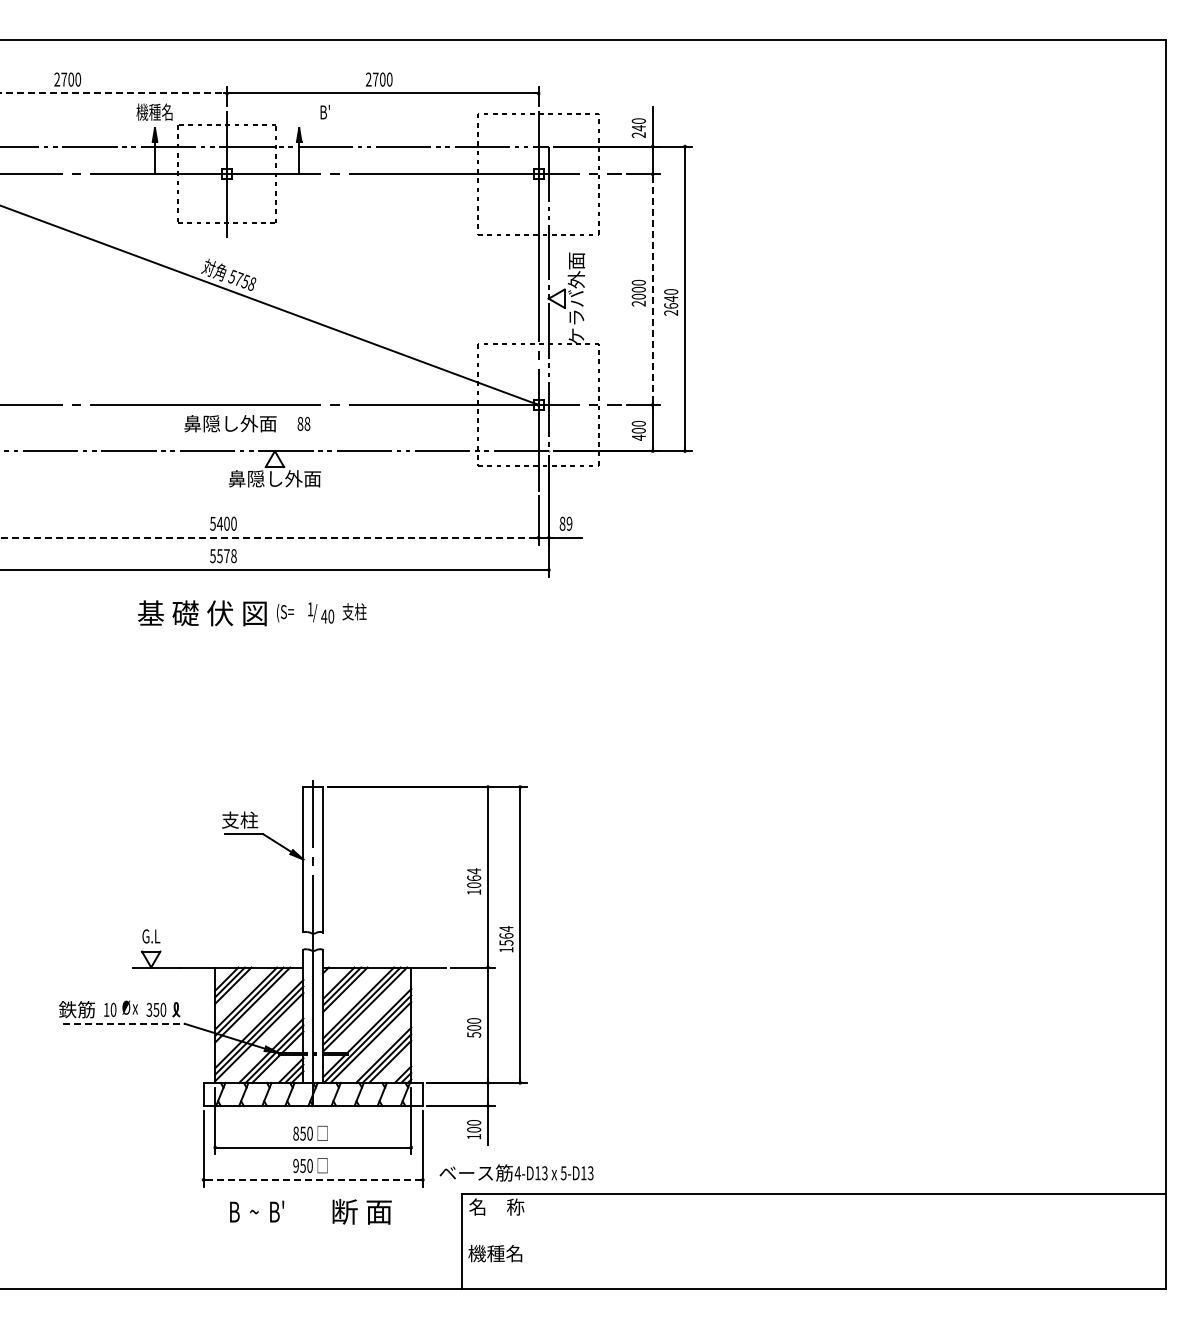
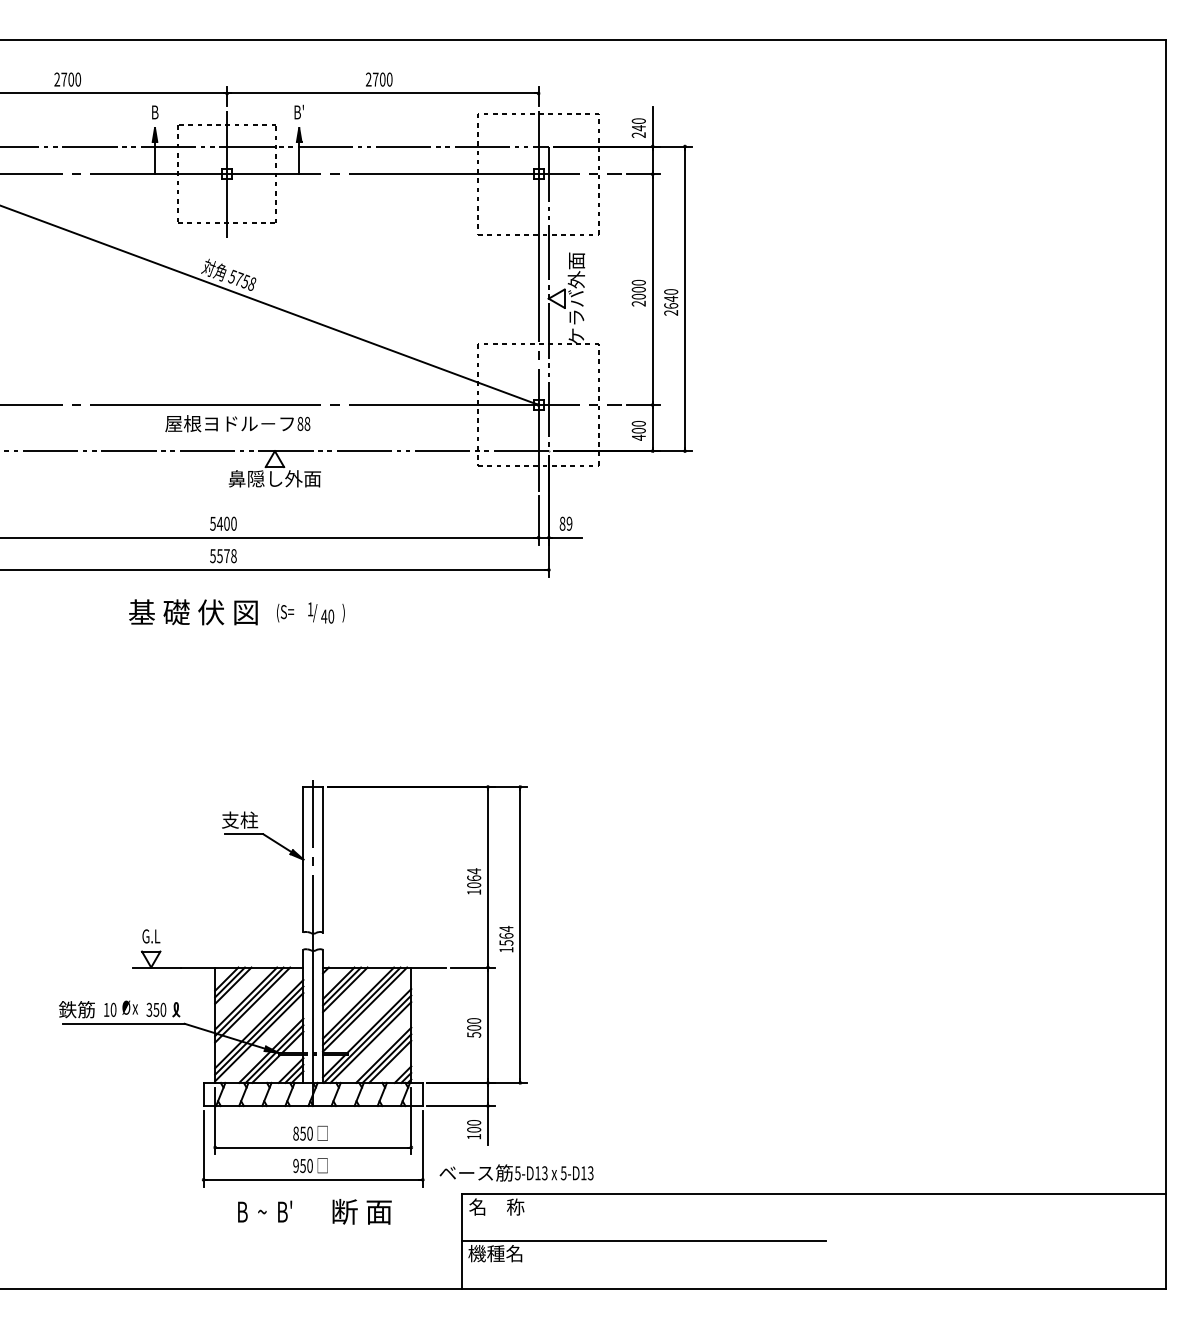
line at (112, 93): dashed -> solid
text at (154, 111): 機種名 -> B
text at (324, 111) position: (324, 111) -> (298, 111)
line at (652, 289): dashed -> solid
text at (229, 423): 鼻隠し外面 -> 屋根ヨドル－フ
line at (268, 537): dashed -> solid
text at (354, 612): 支柱 -> )
text at (202, 613) position: (202, 613) -> (193, 612)
line at (123, 1023): dashed -> solid
text at (517, 1173): 4-D13 -> 5-D13
line at (313, 1179): dashed -> solid
text at (257, 1211) position: (257, 1211) -> (265, 1211)
line at (643, 1241): none -> present
